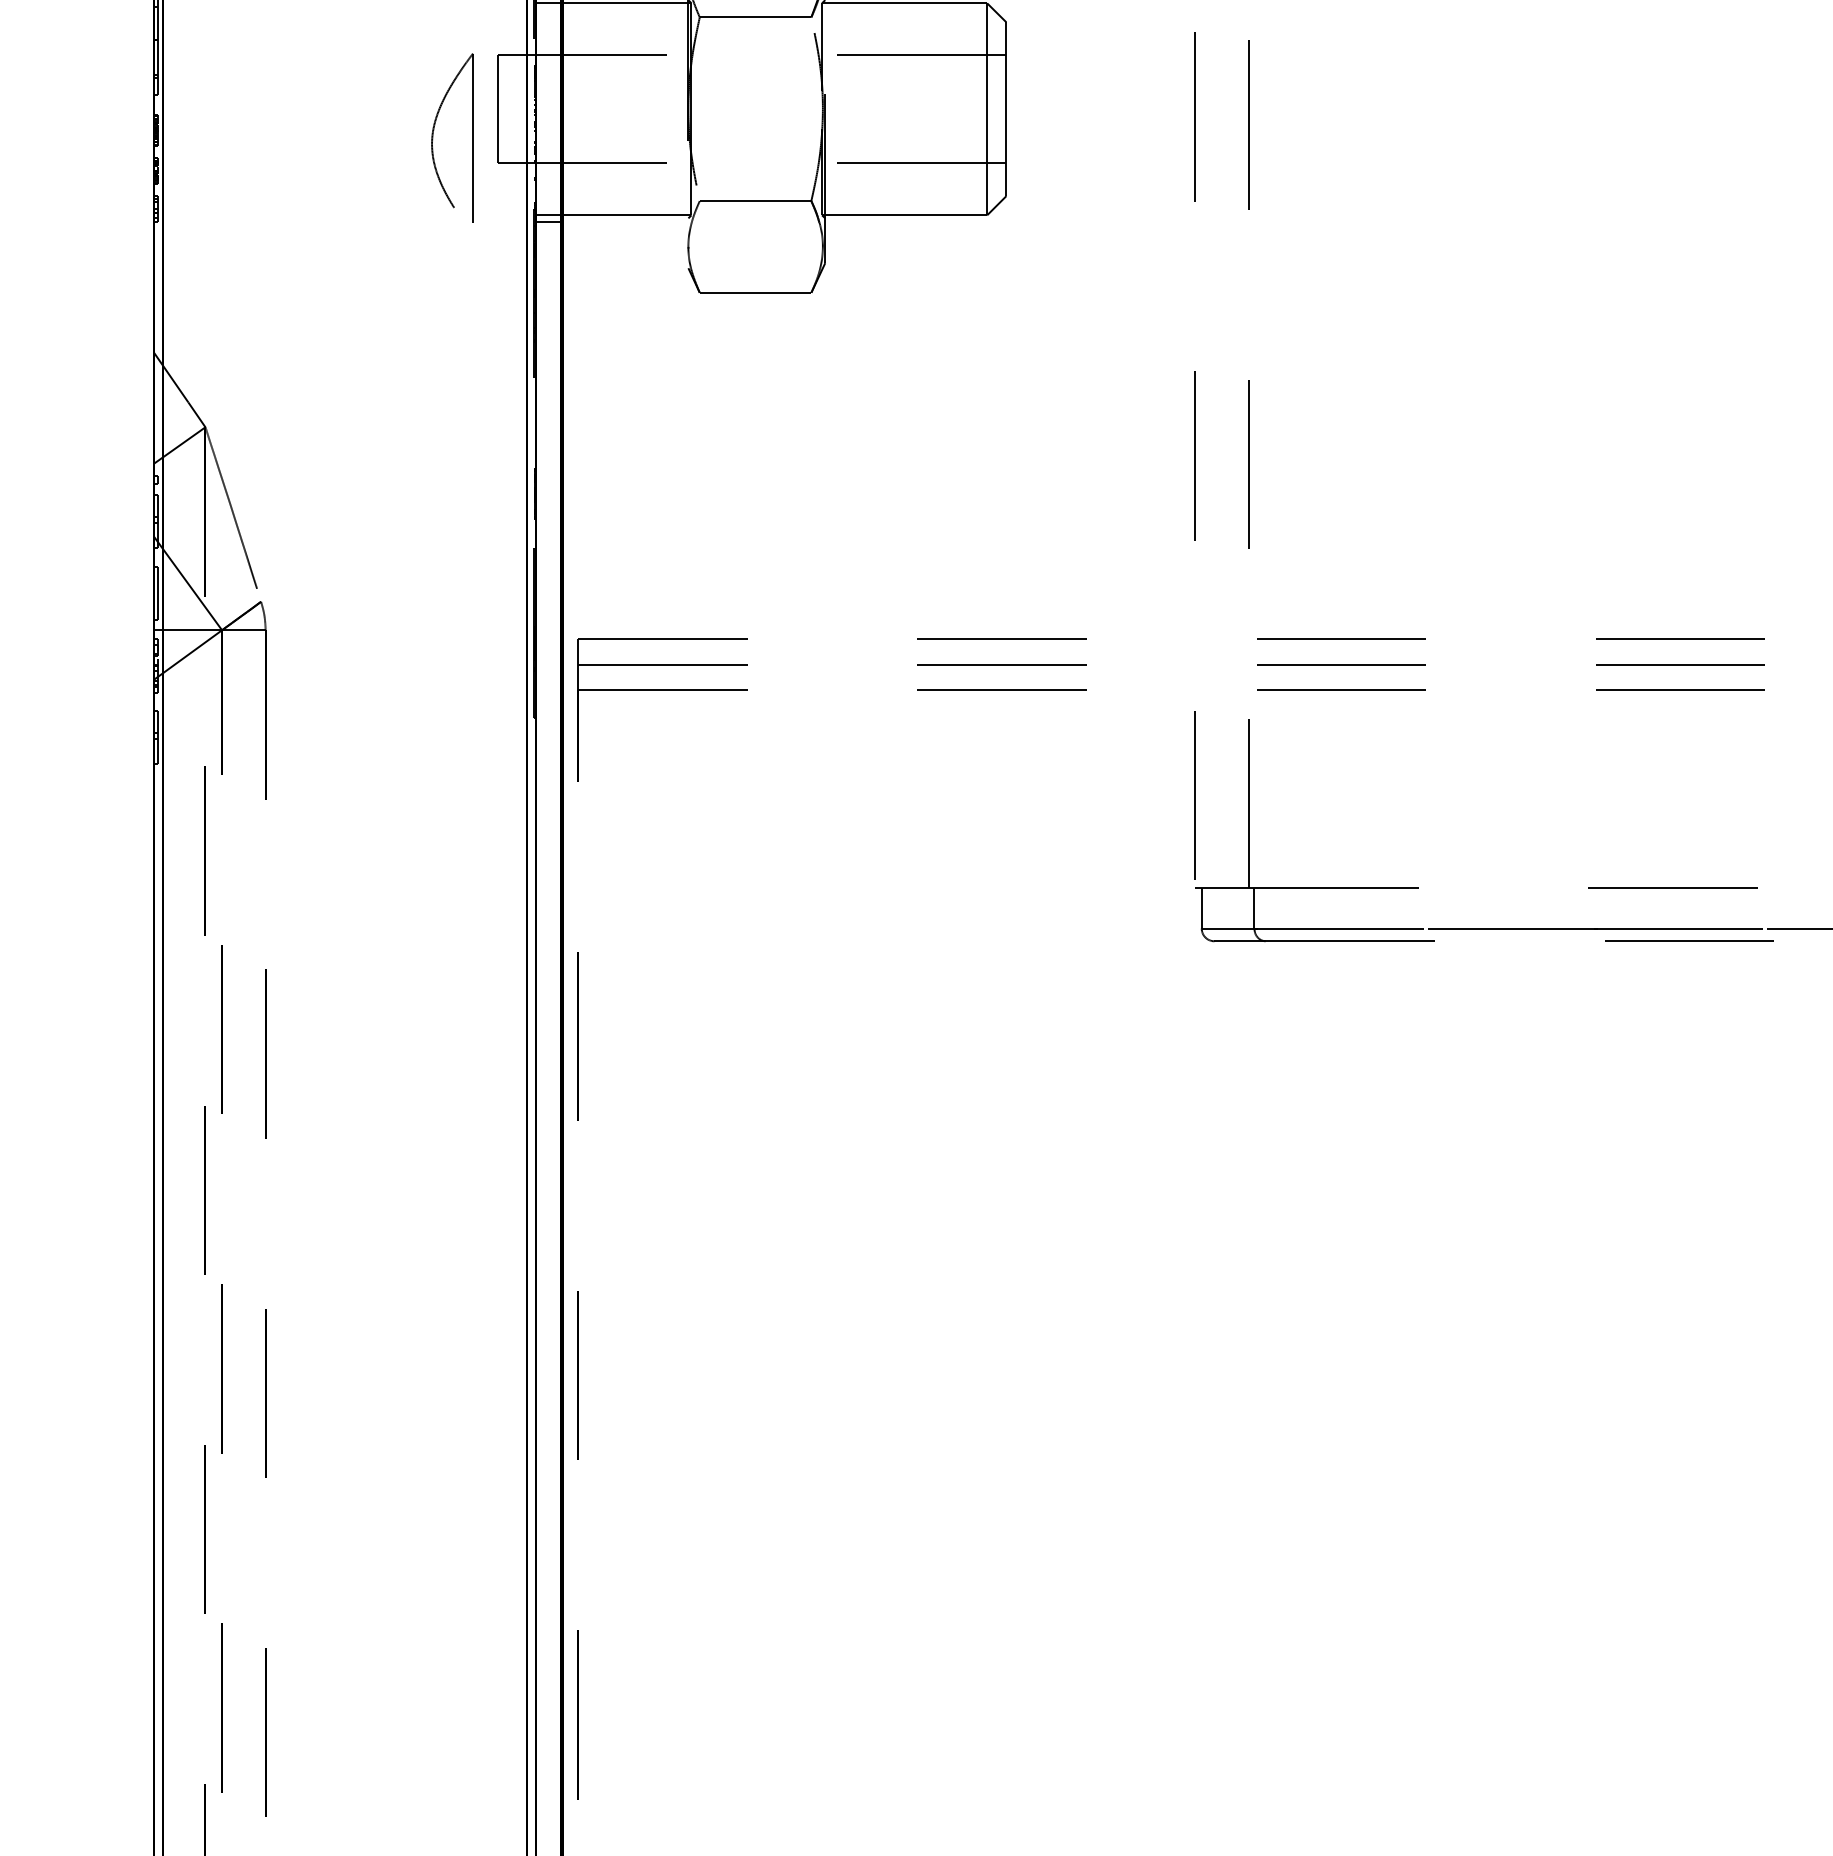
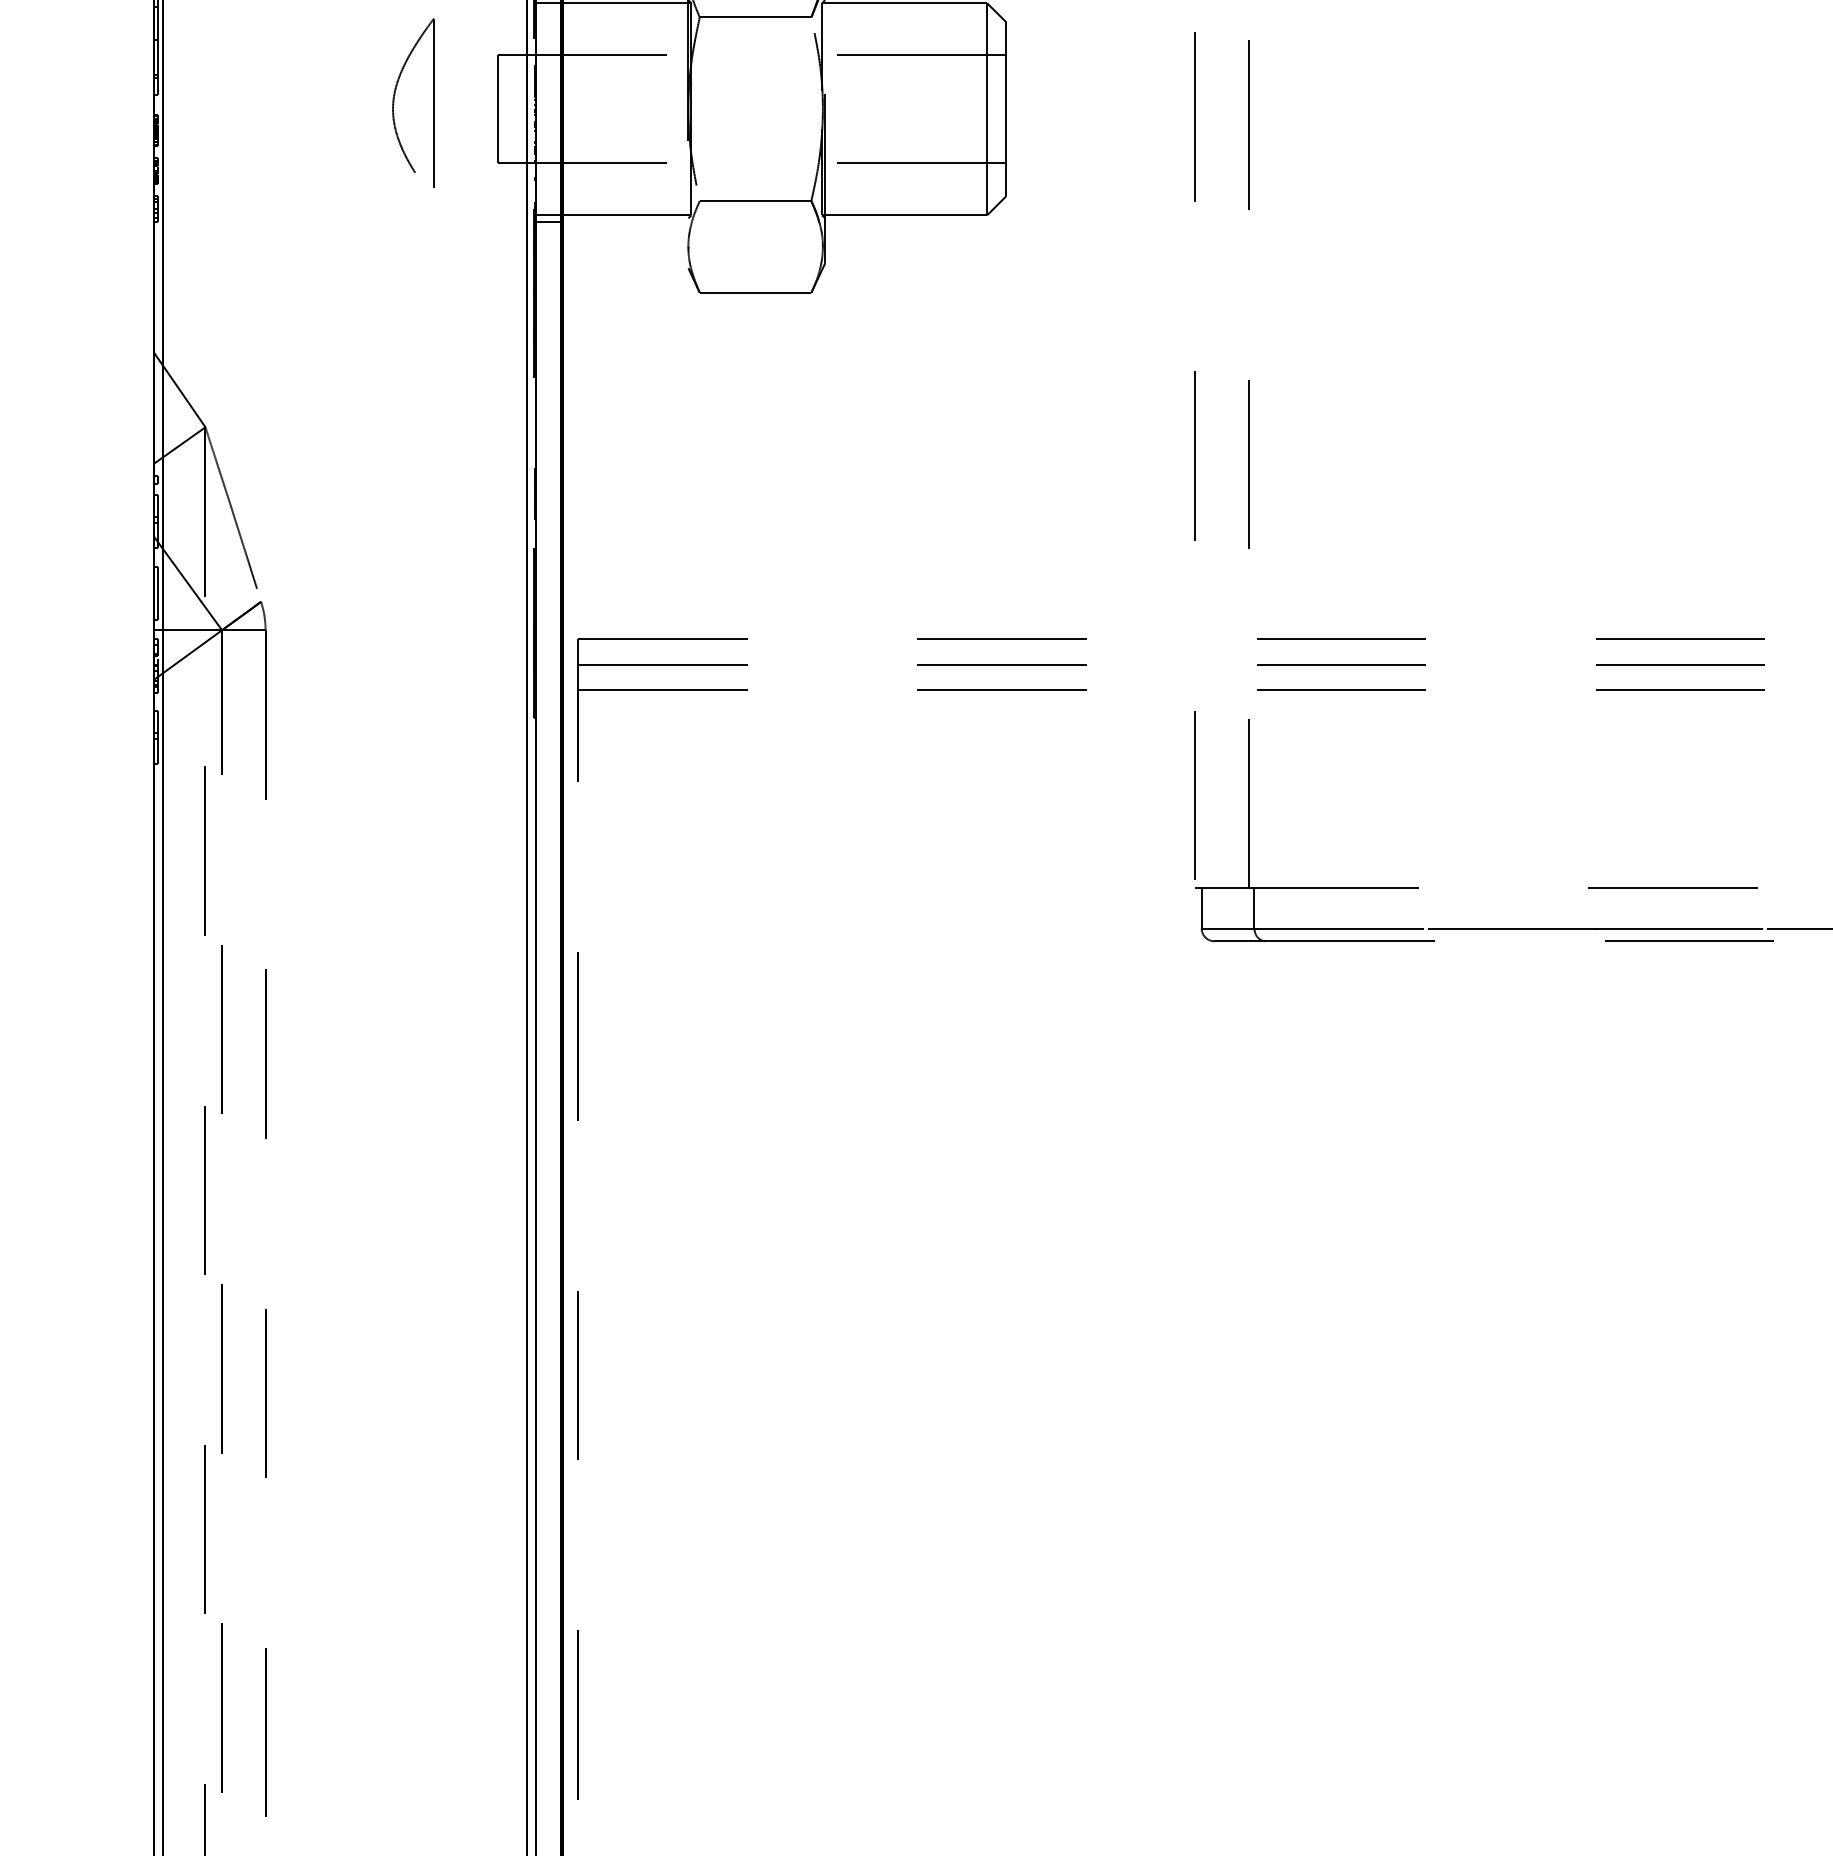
part at (433, 137) position: (433, 137) -> (394, 102)
